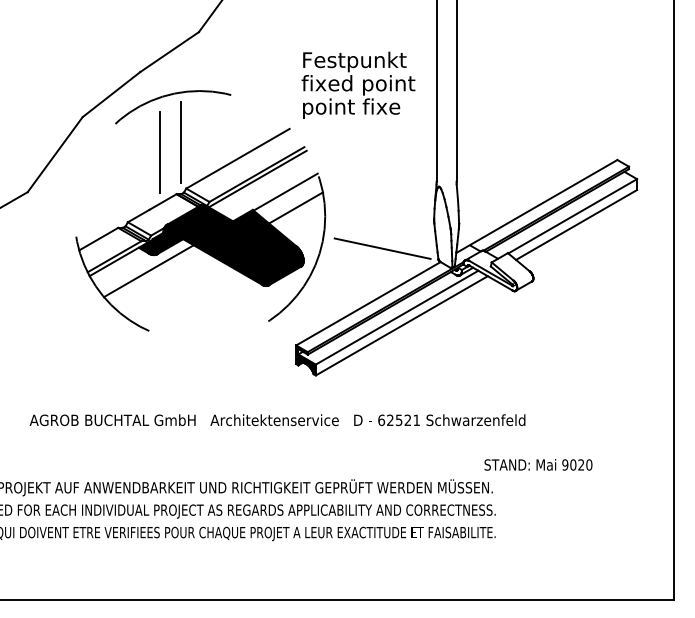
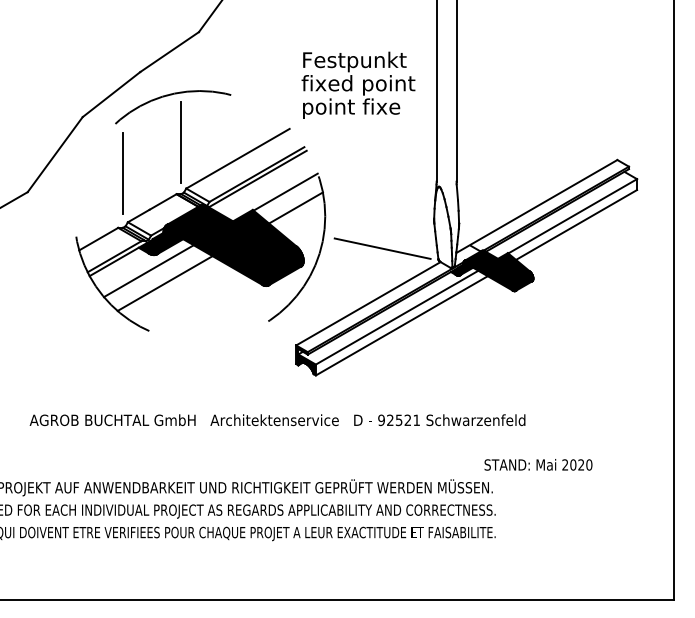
line at (159, 152) position: (159, 152) -> (122, 173)
fill at (491, 270): none -> present
line at (164, 283): none -> present
text at (381, 420): 62521 -> 92521
text at (565, 464): 9020 -> 2020
